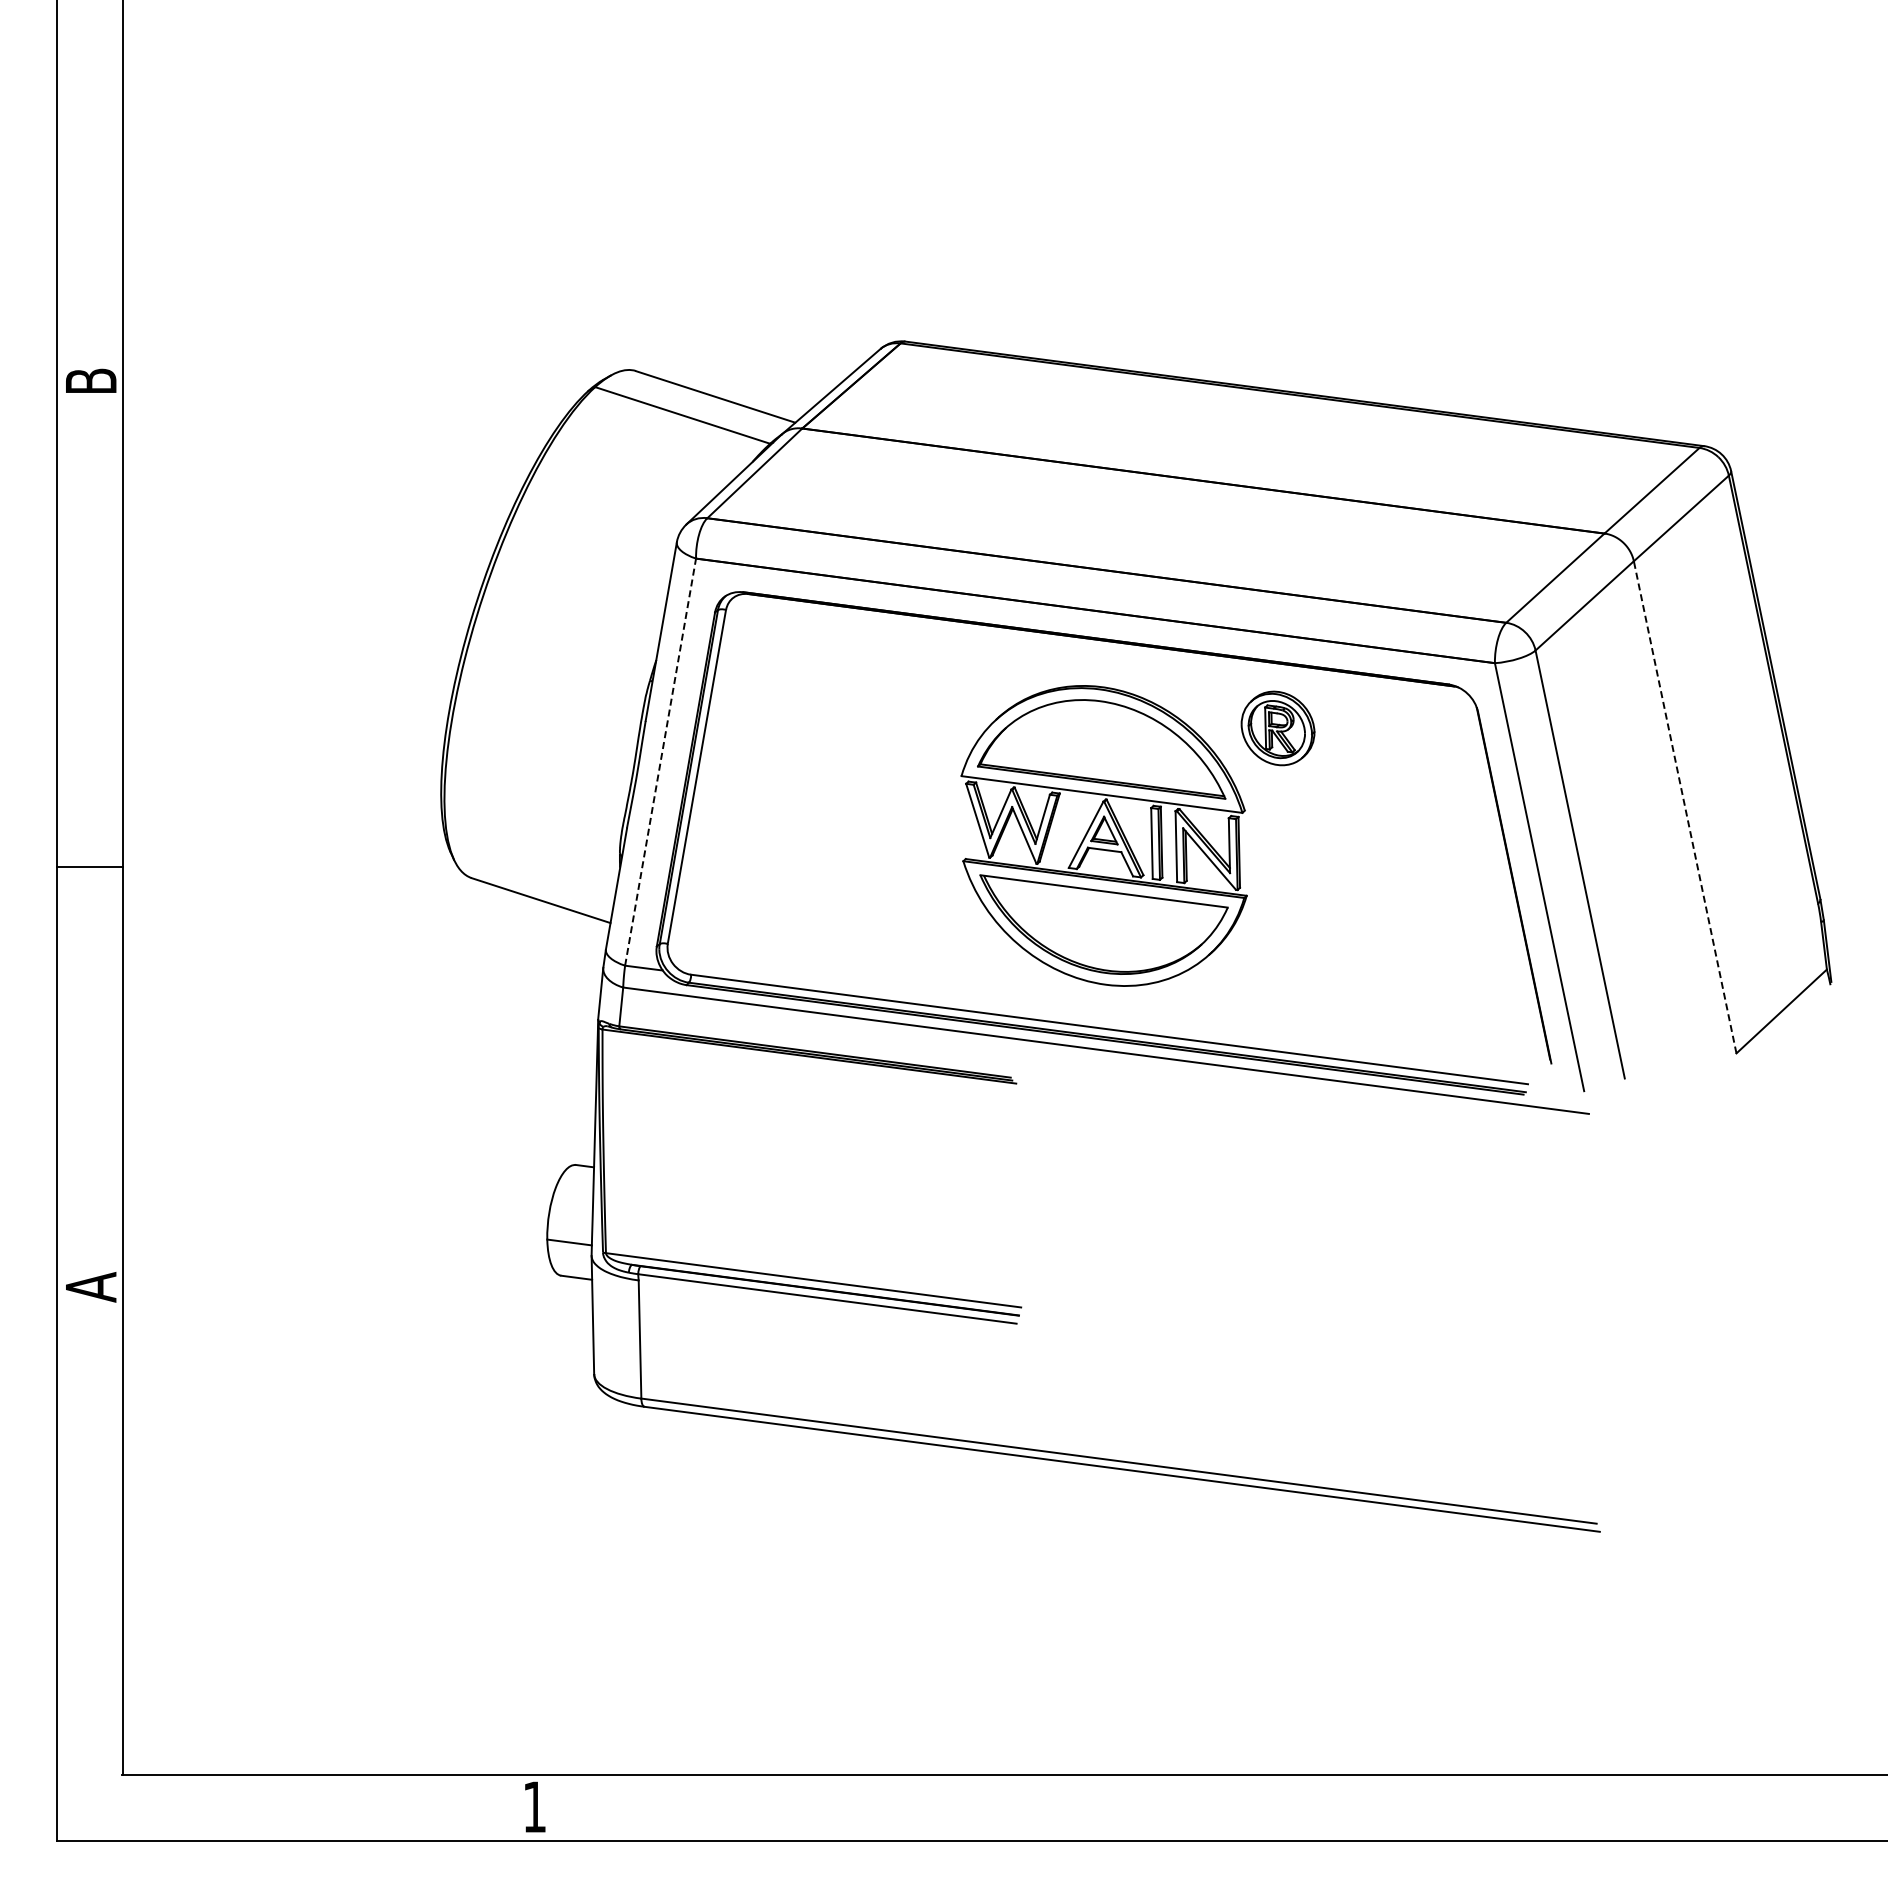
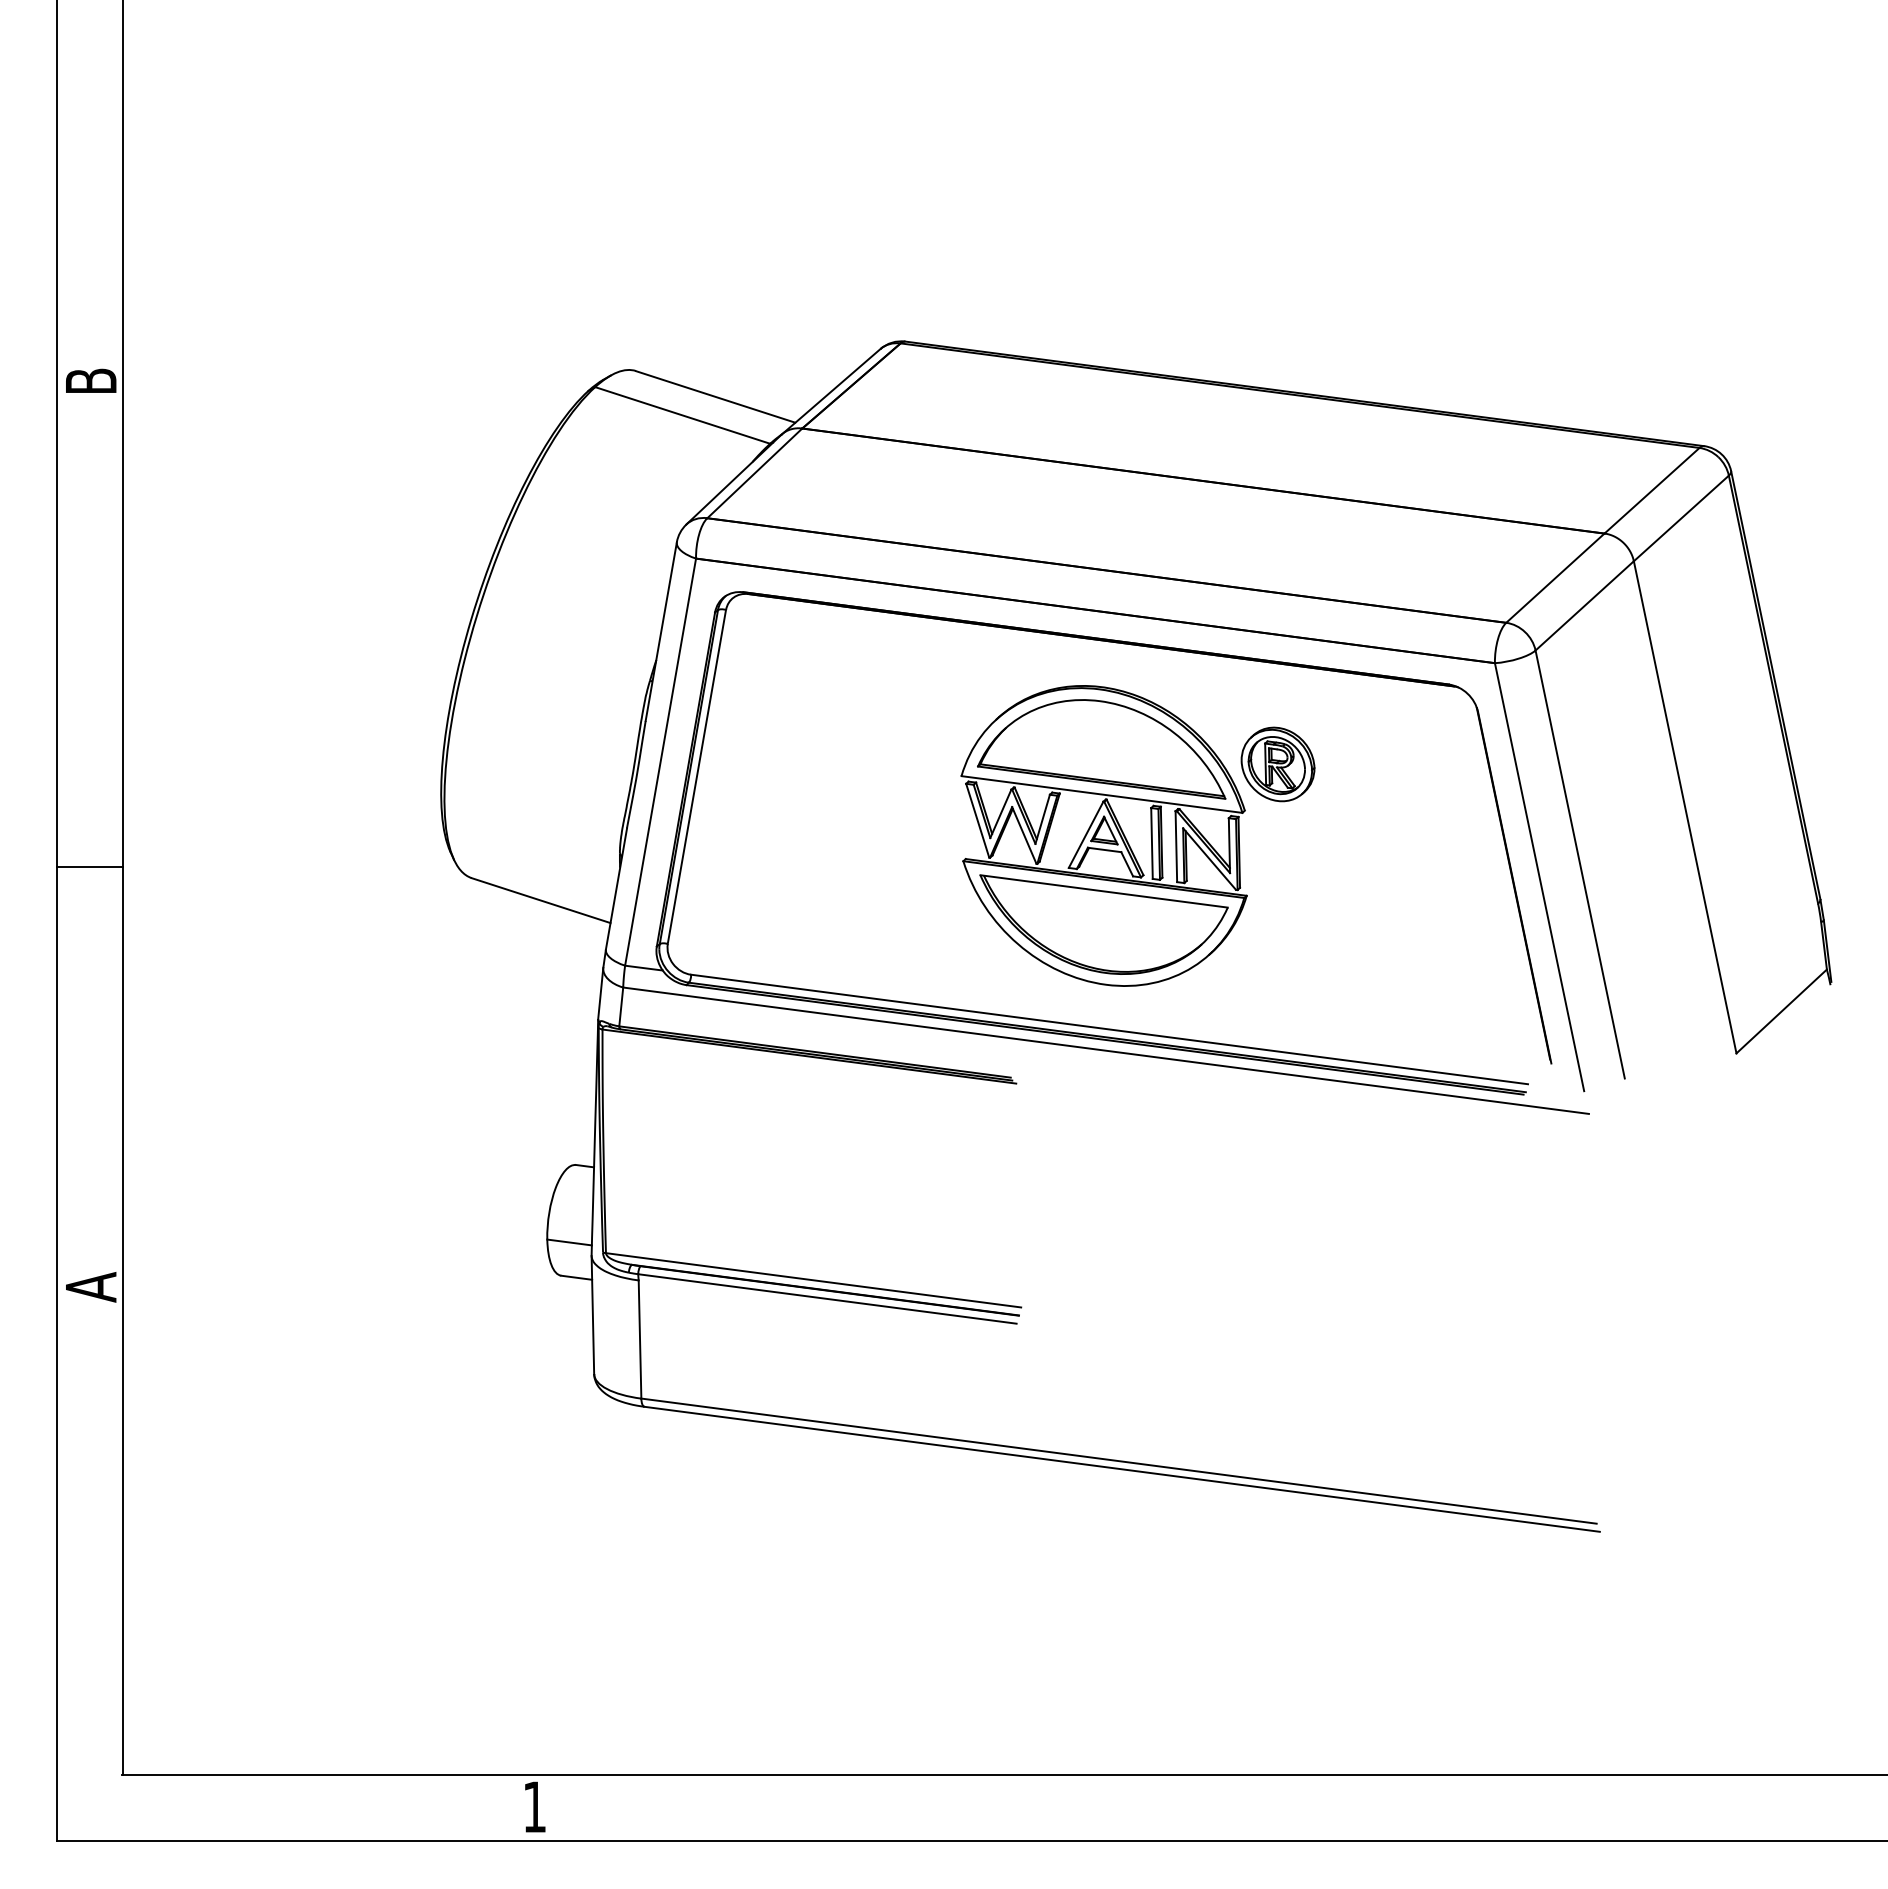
part at (1277, 728) position: (1277, 728) -> (1277, 764)
line at (660, 762): dashed -> solid
line at (1685, 806): dashed -> solid
